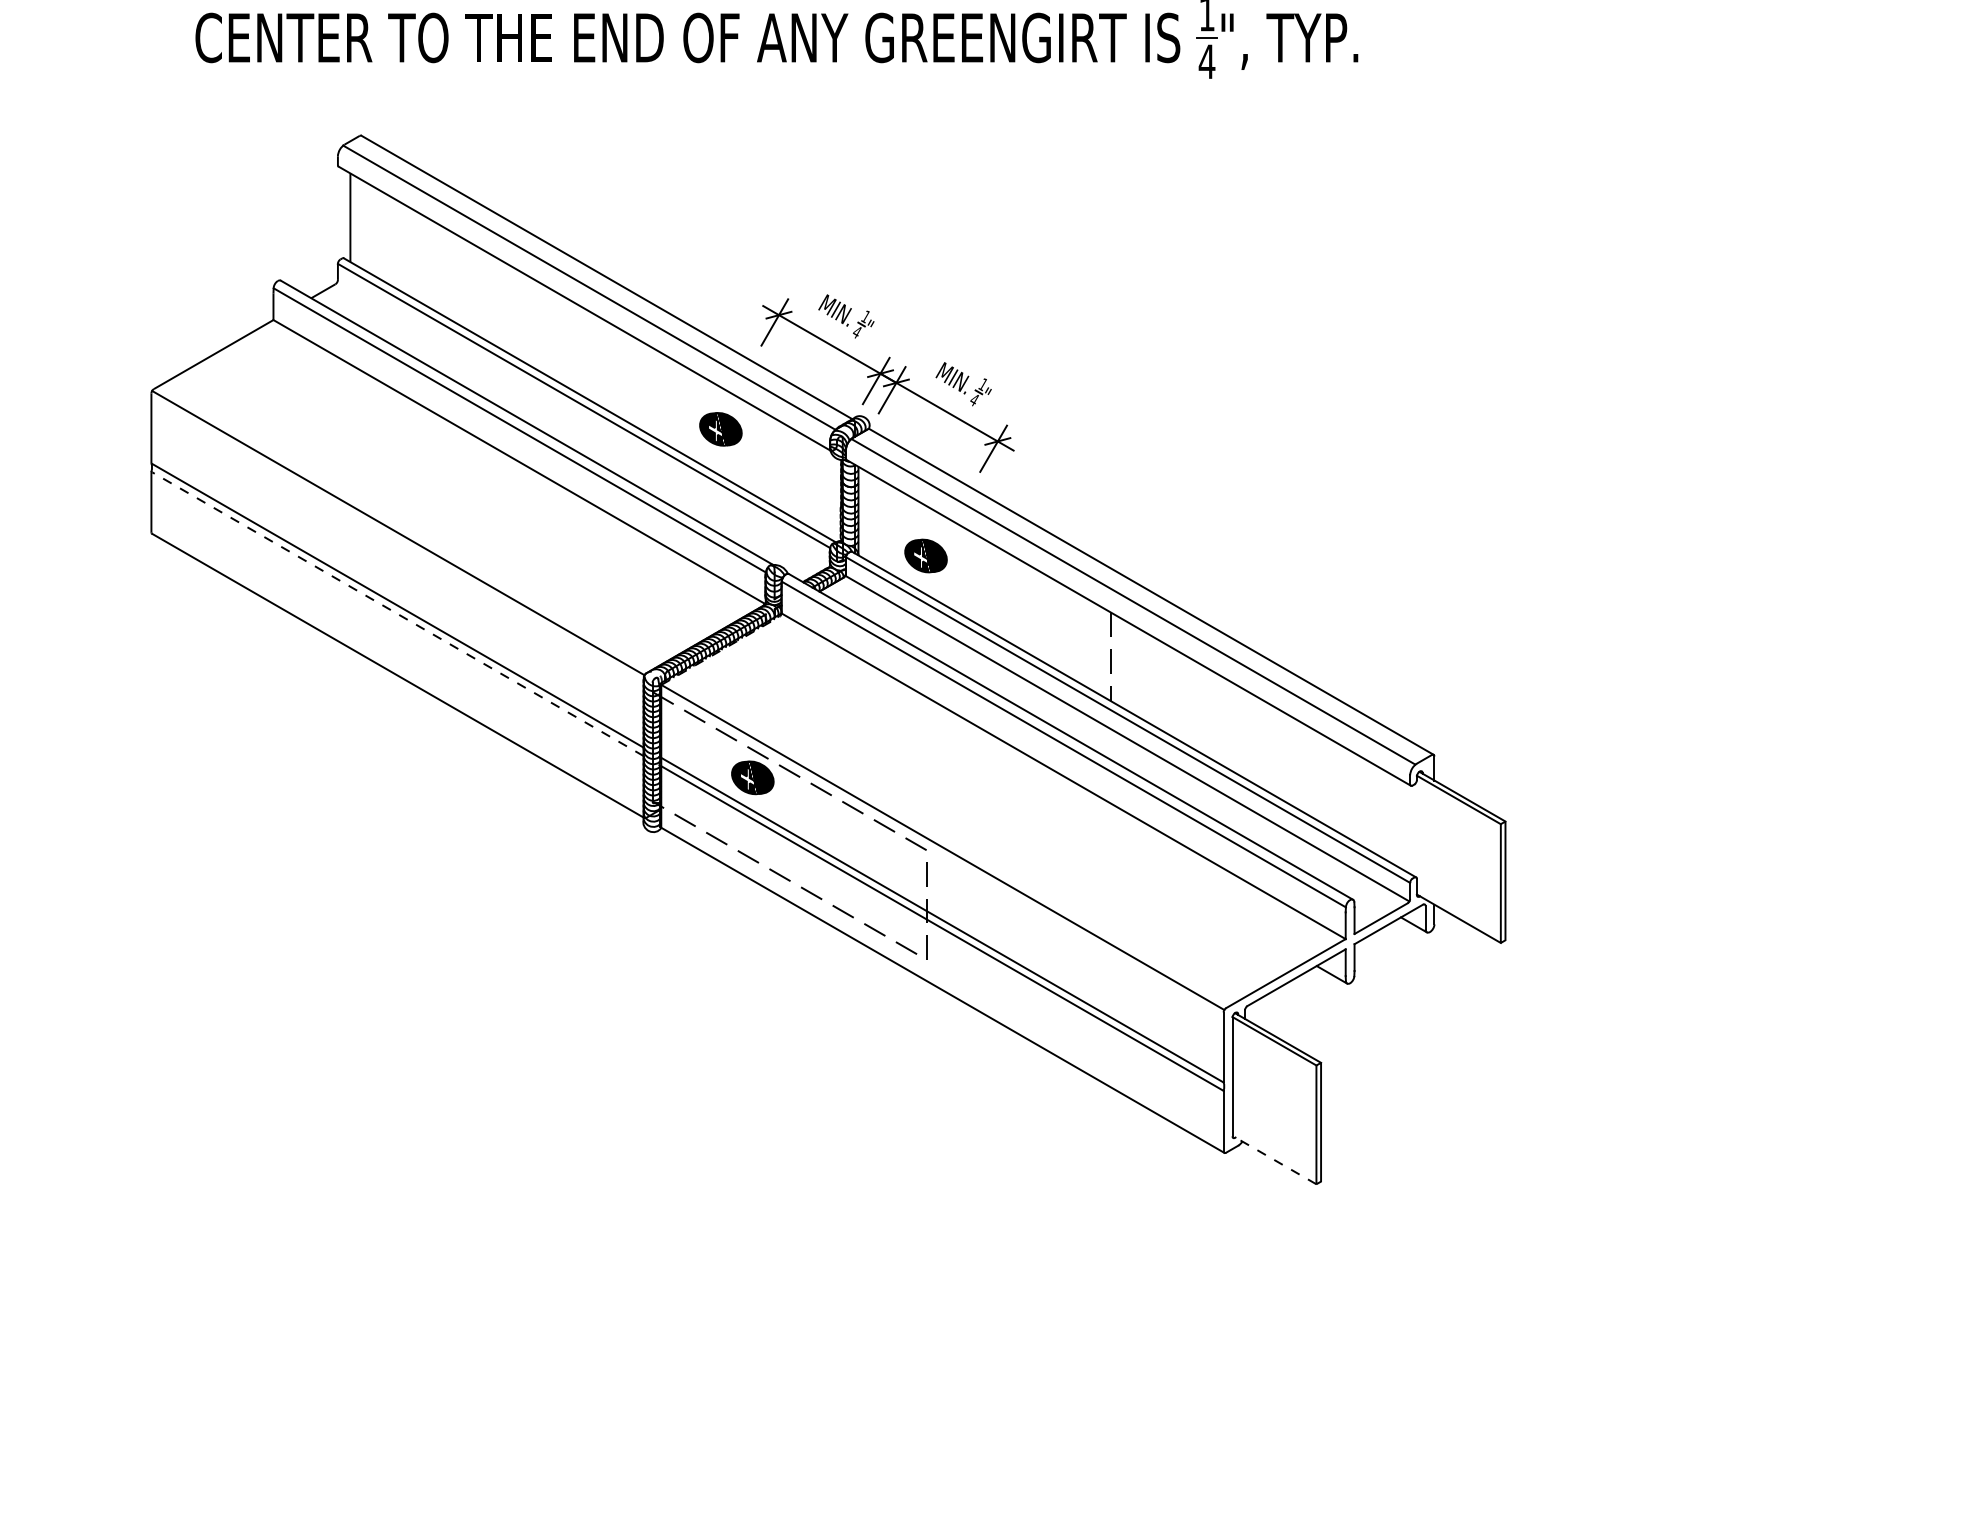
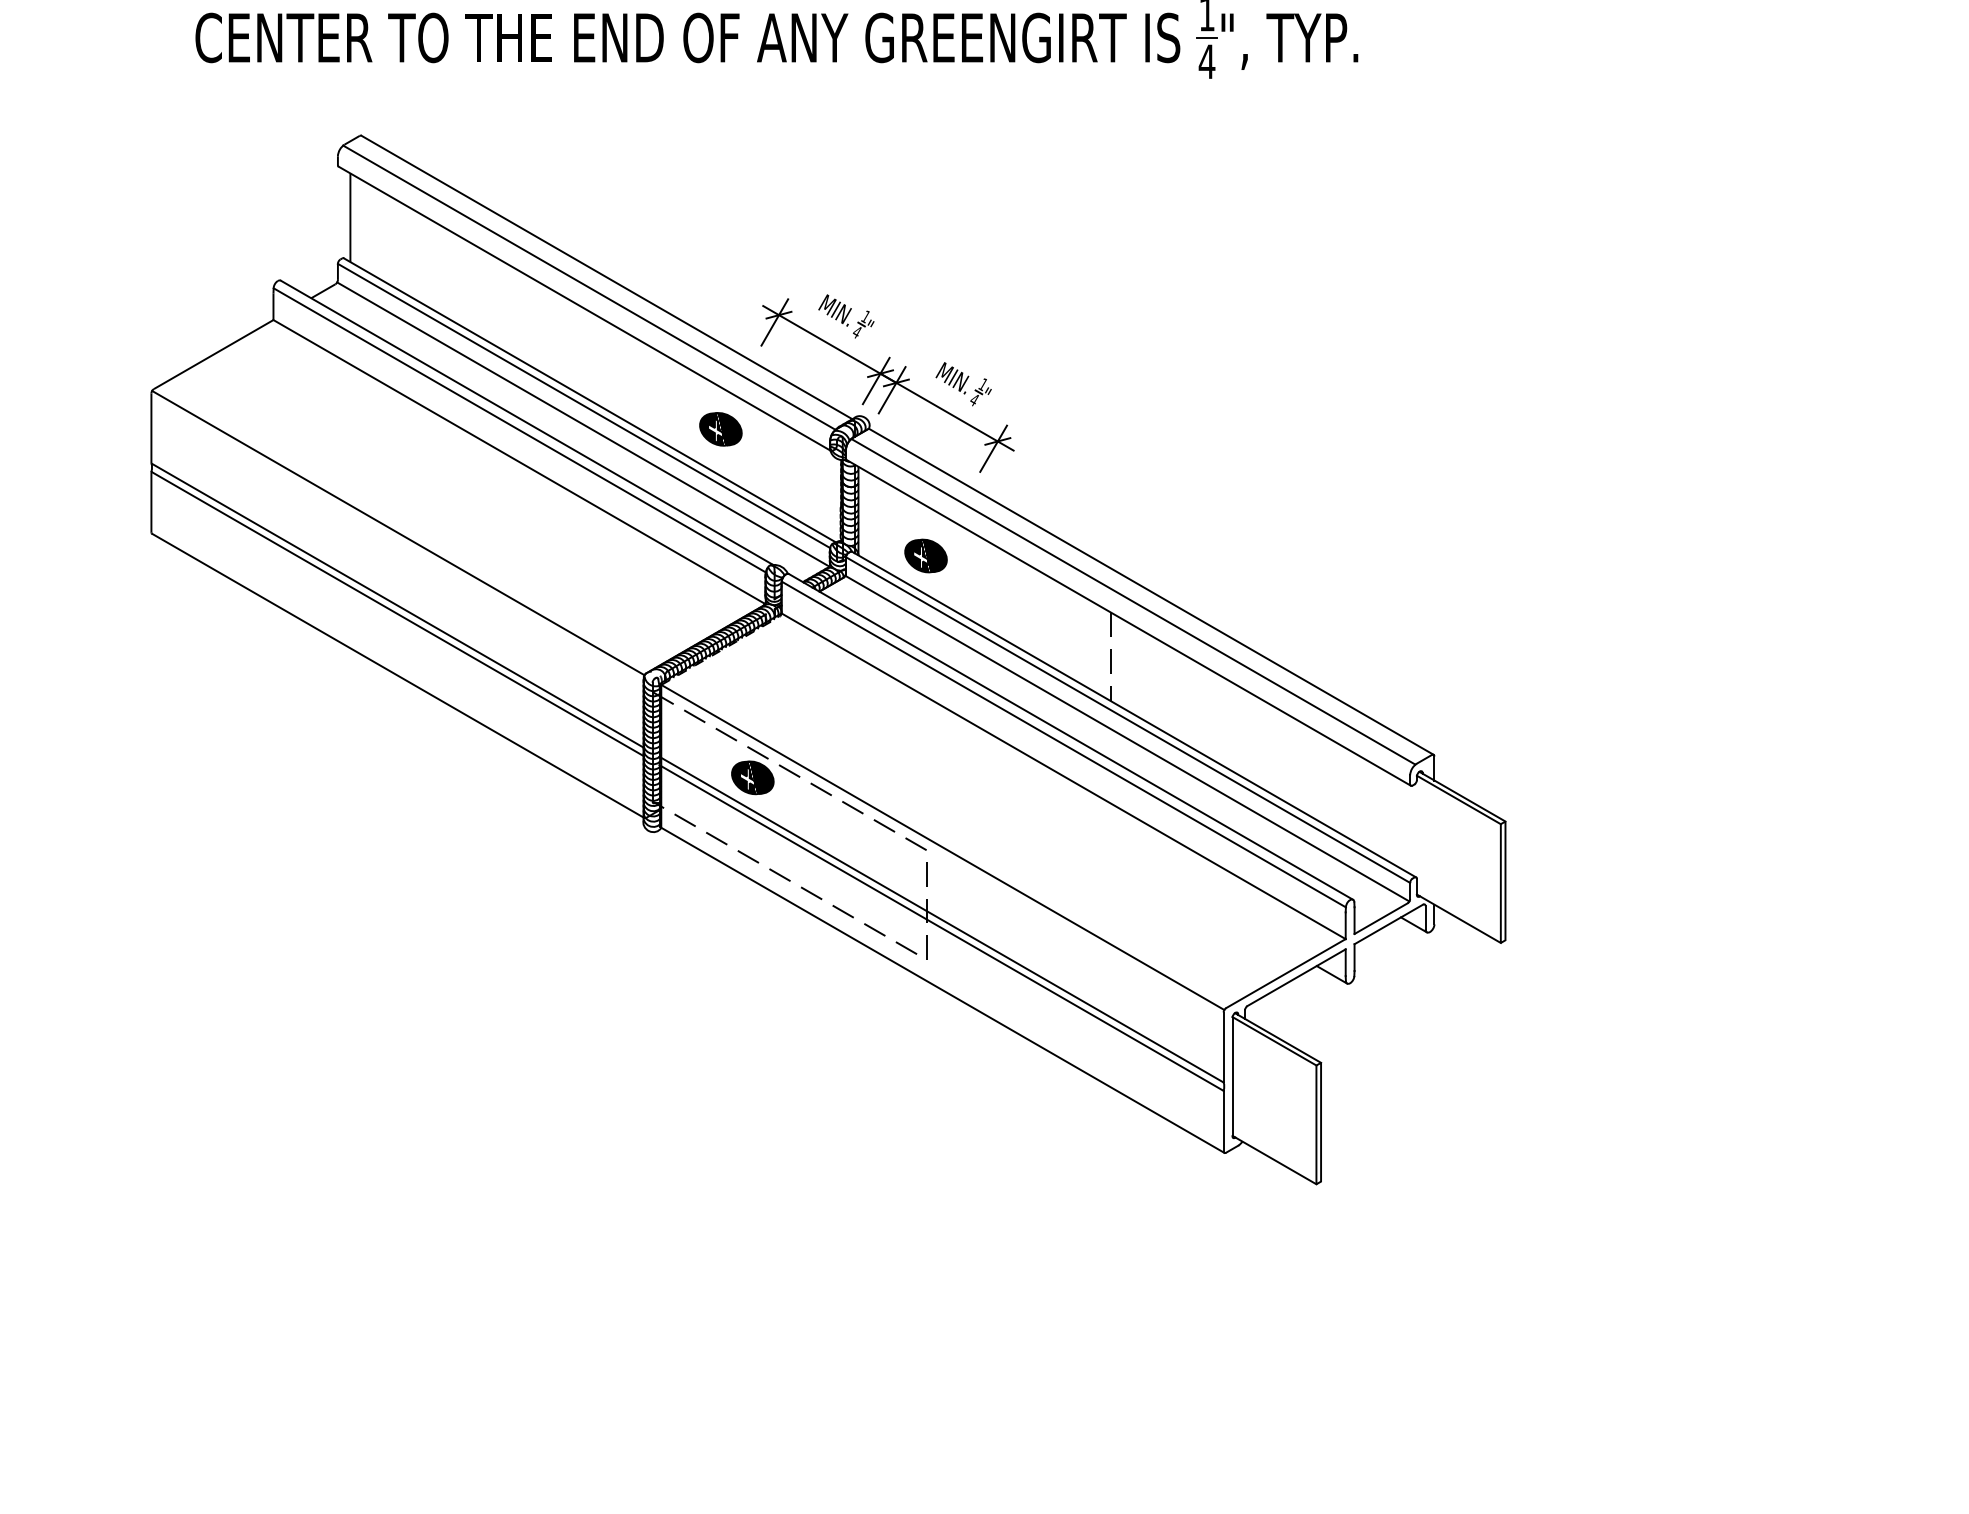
line at (583, 424): none -> present
line at (398, 614): dashed -> solid
line at (1274, 1159): dashed -> solid
